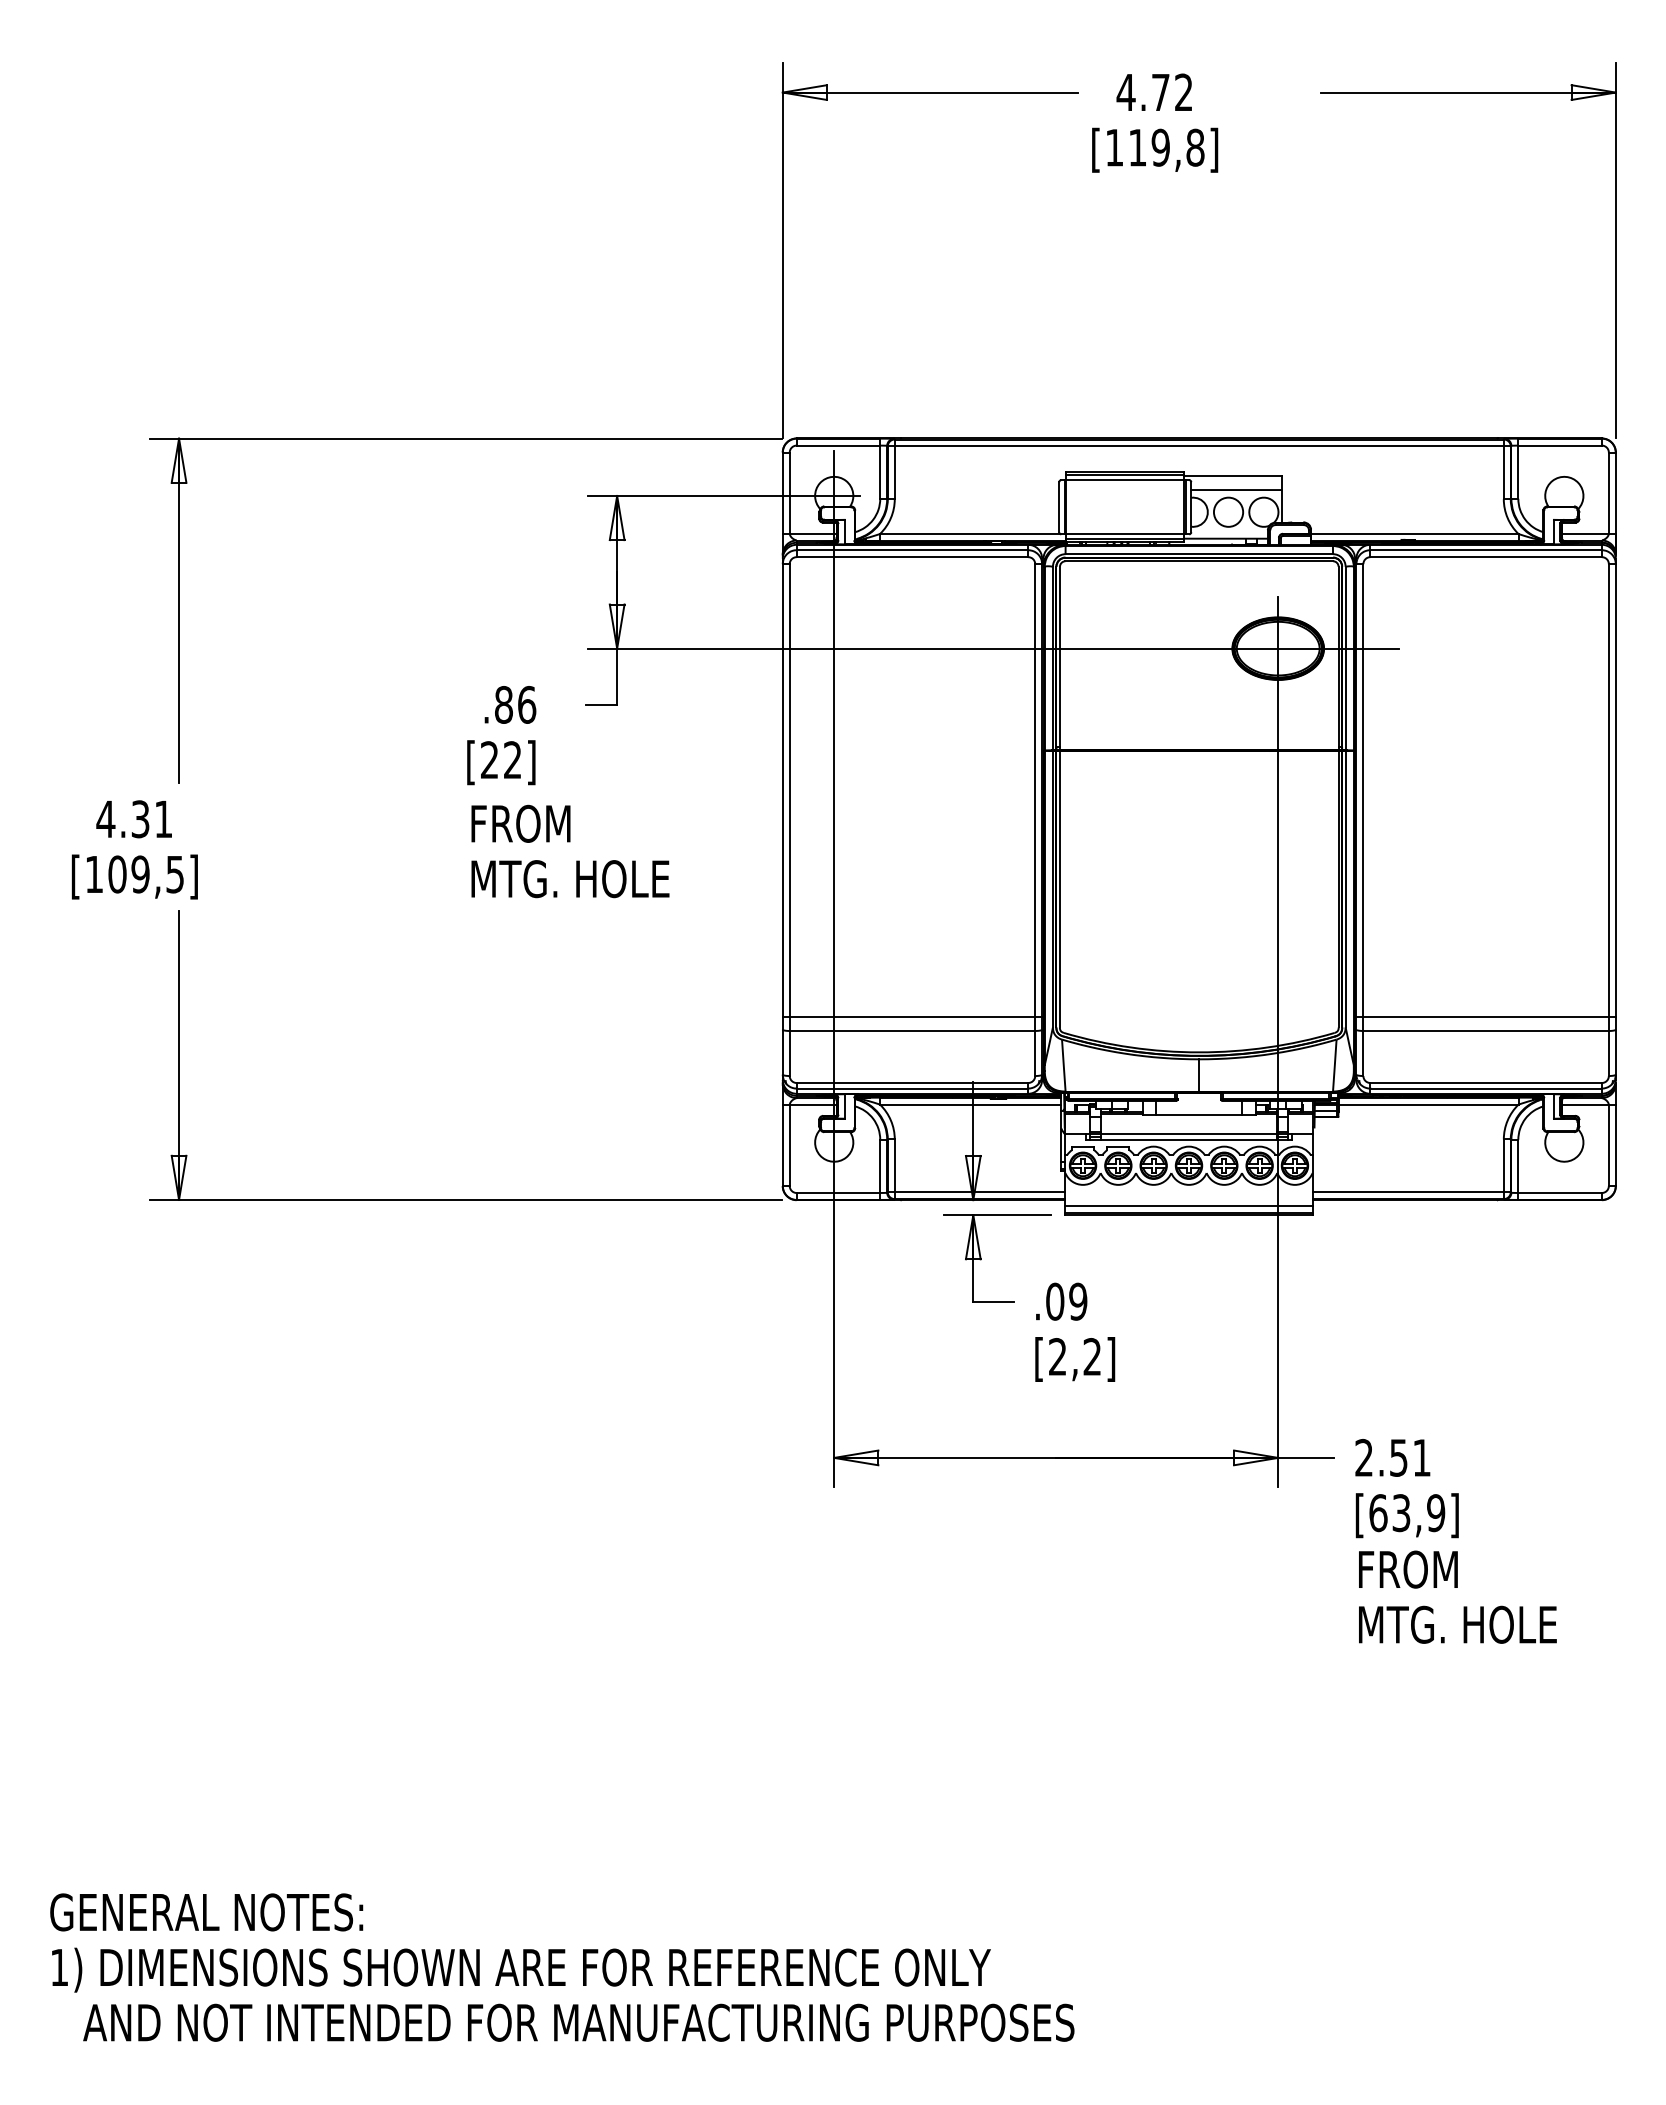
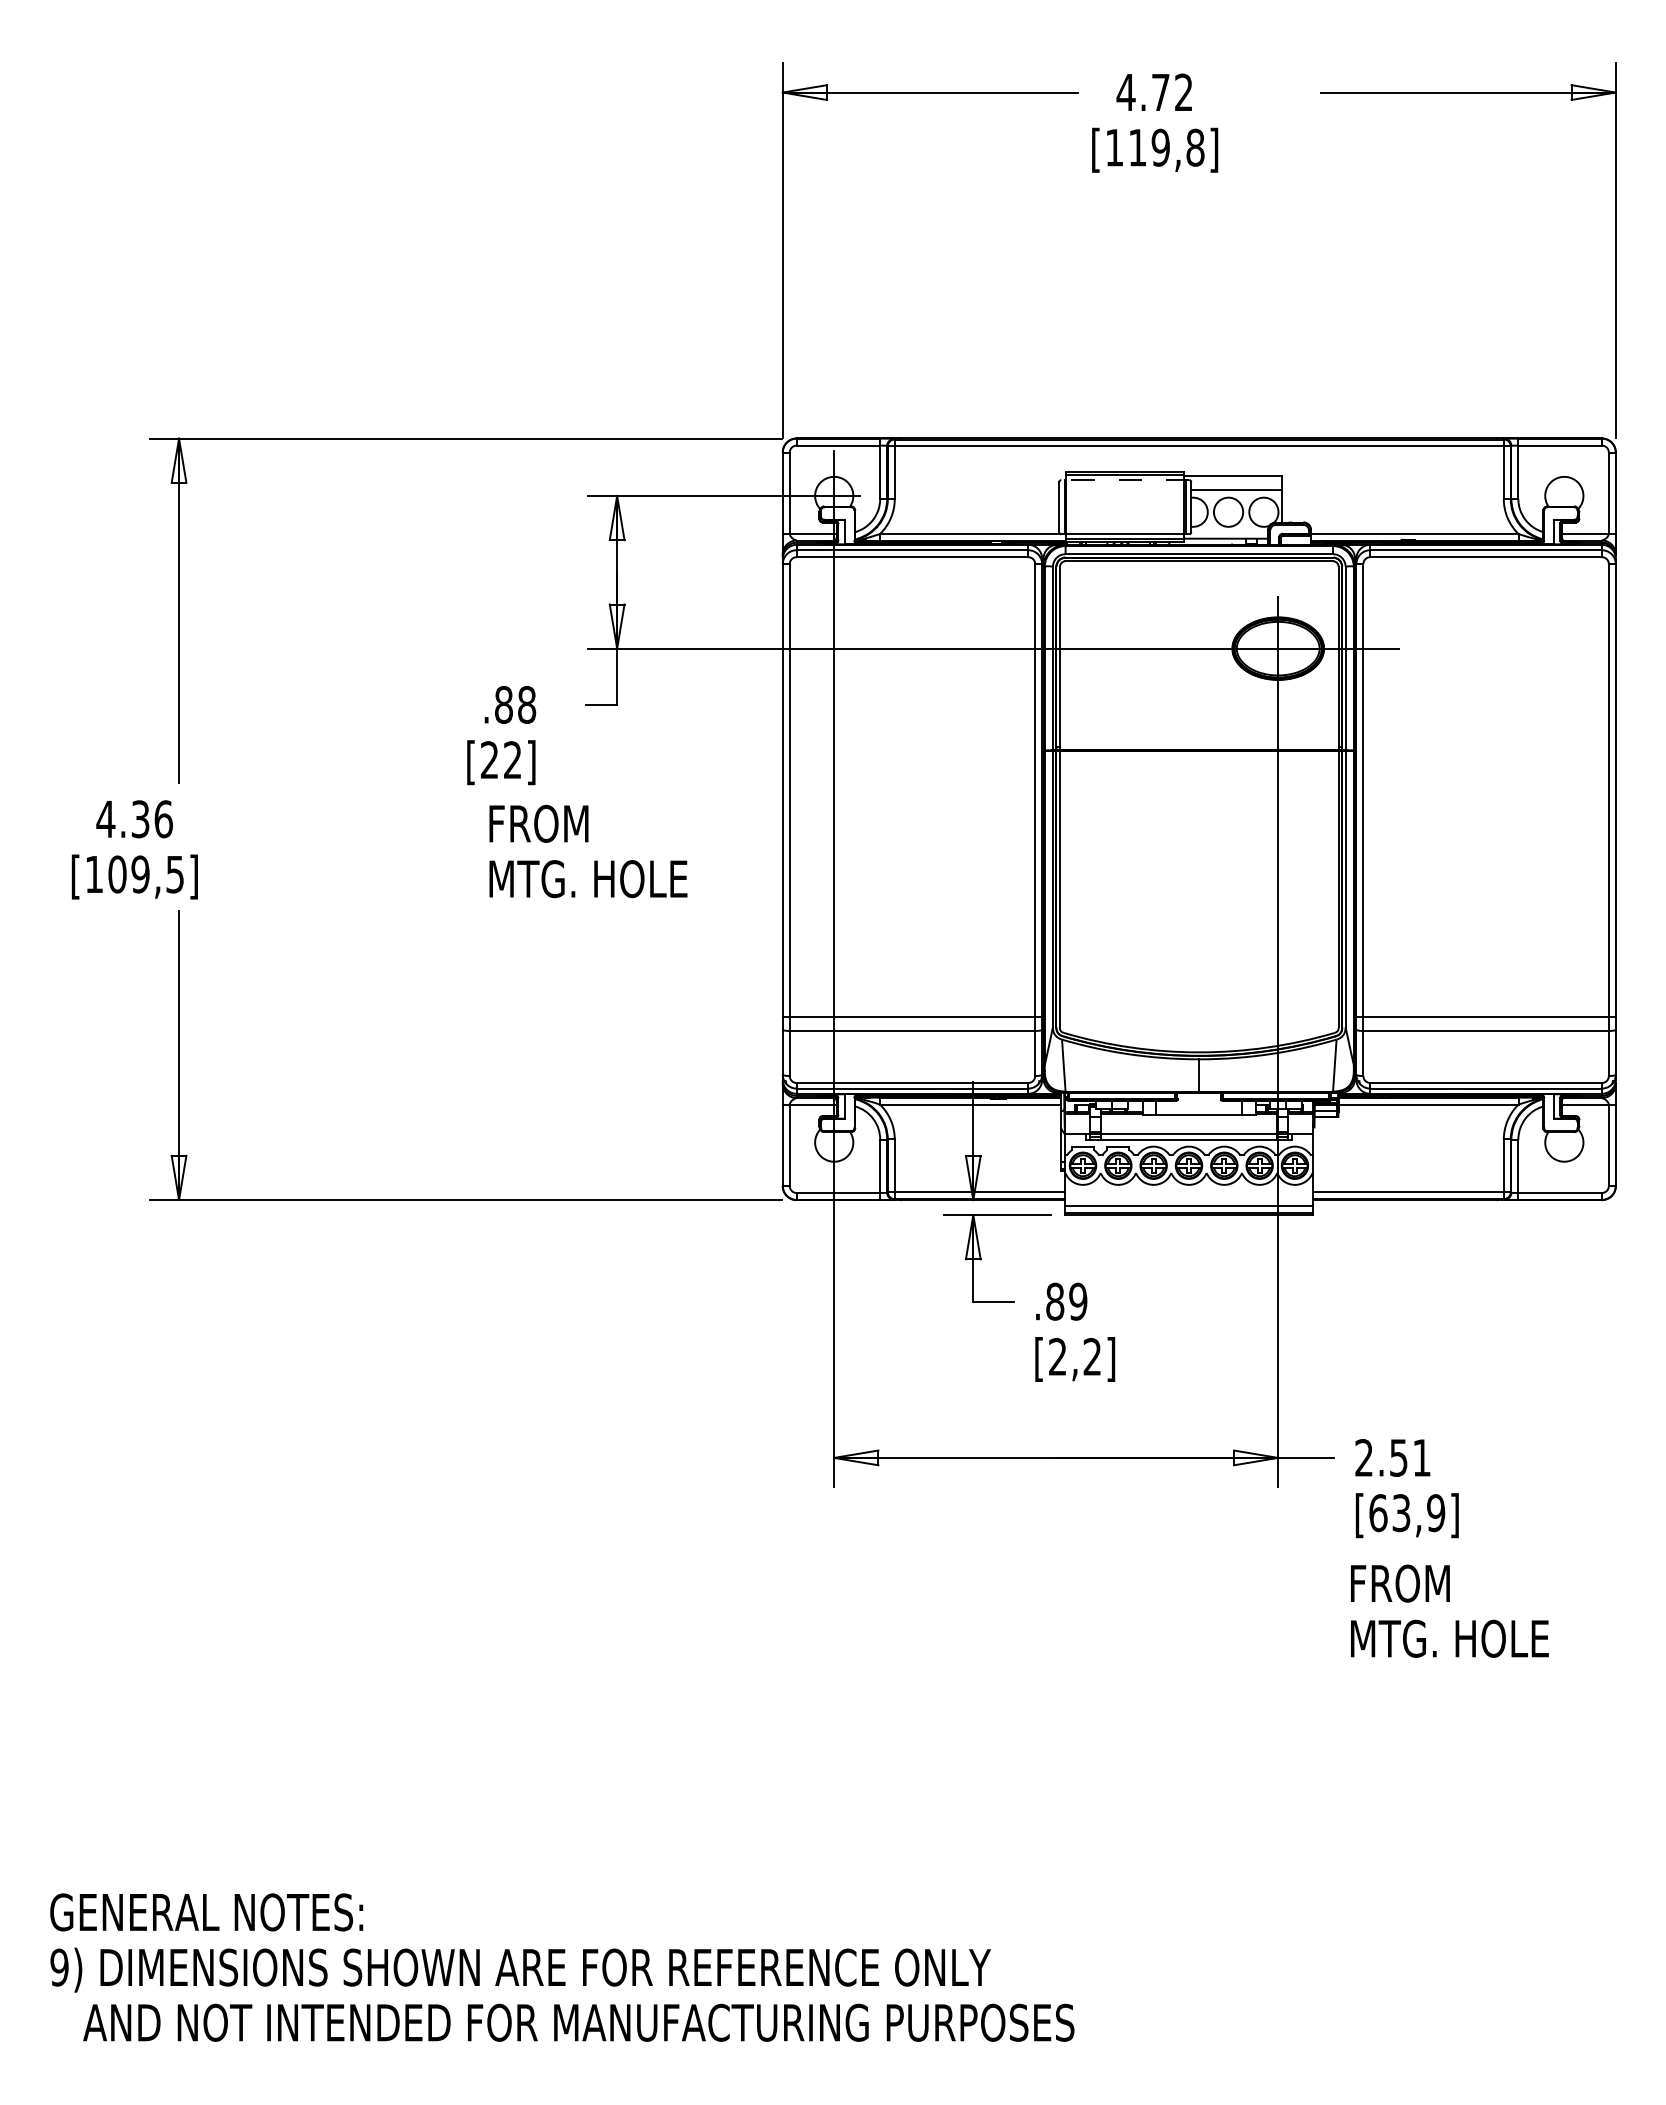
line at (1125, 480): solid -> dashed
text at (527, 704): .86 -> .88
text at (163, 819): 4.31 -> 4.36
text at (570, 851) position: (570, 851) -> (588, 851)
text at (1055, 1301): .09 -> .89
text at (1457, 1596) position: (1457, 1596) -> (1449, 1610)
text at (59, 1967): 1) -> 9)
